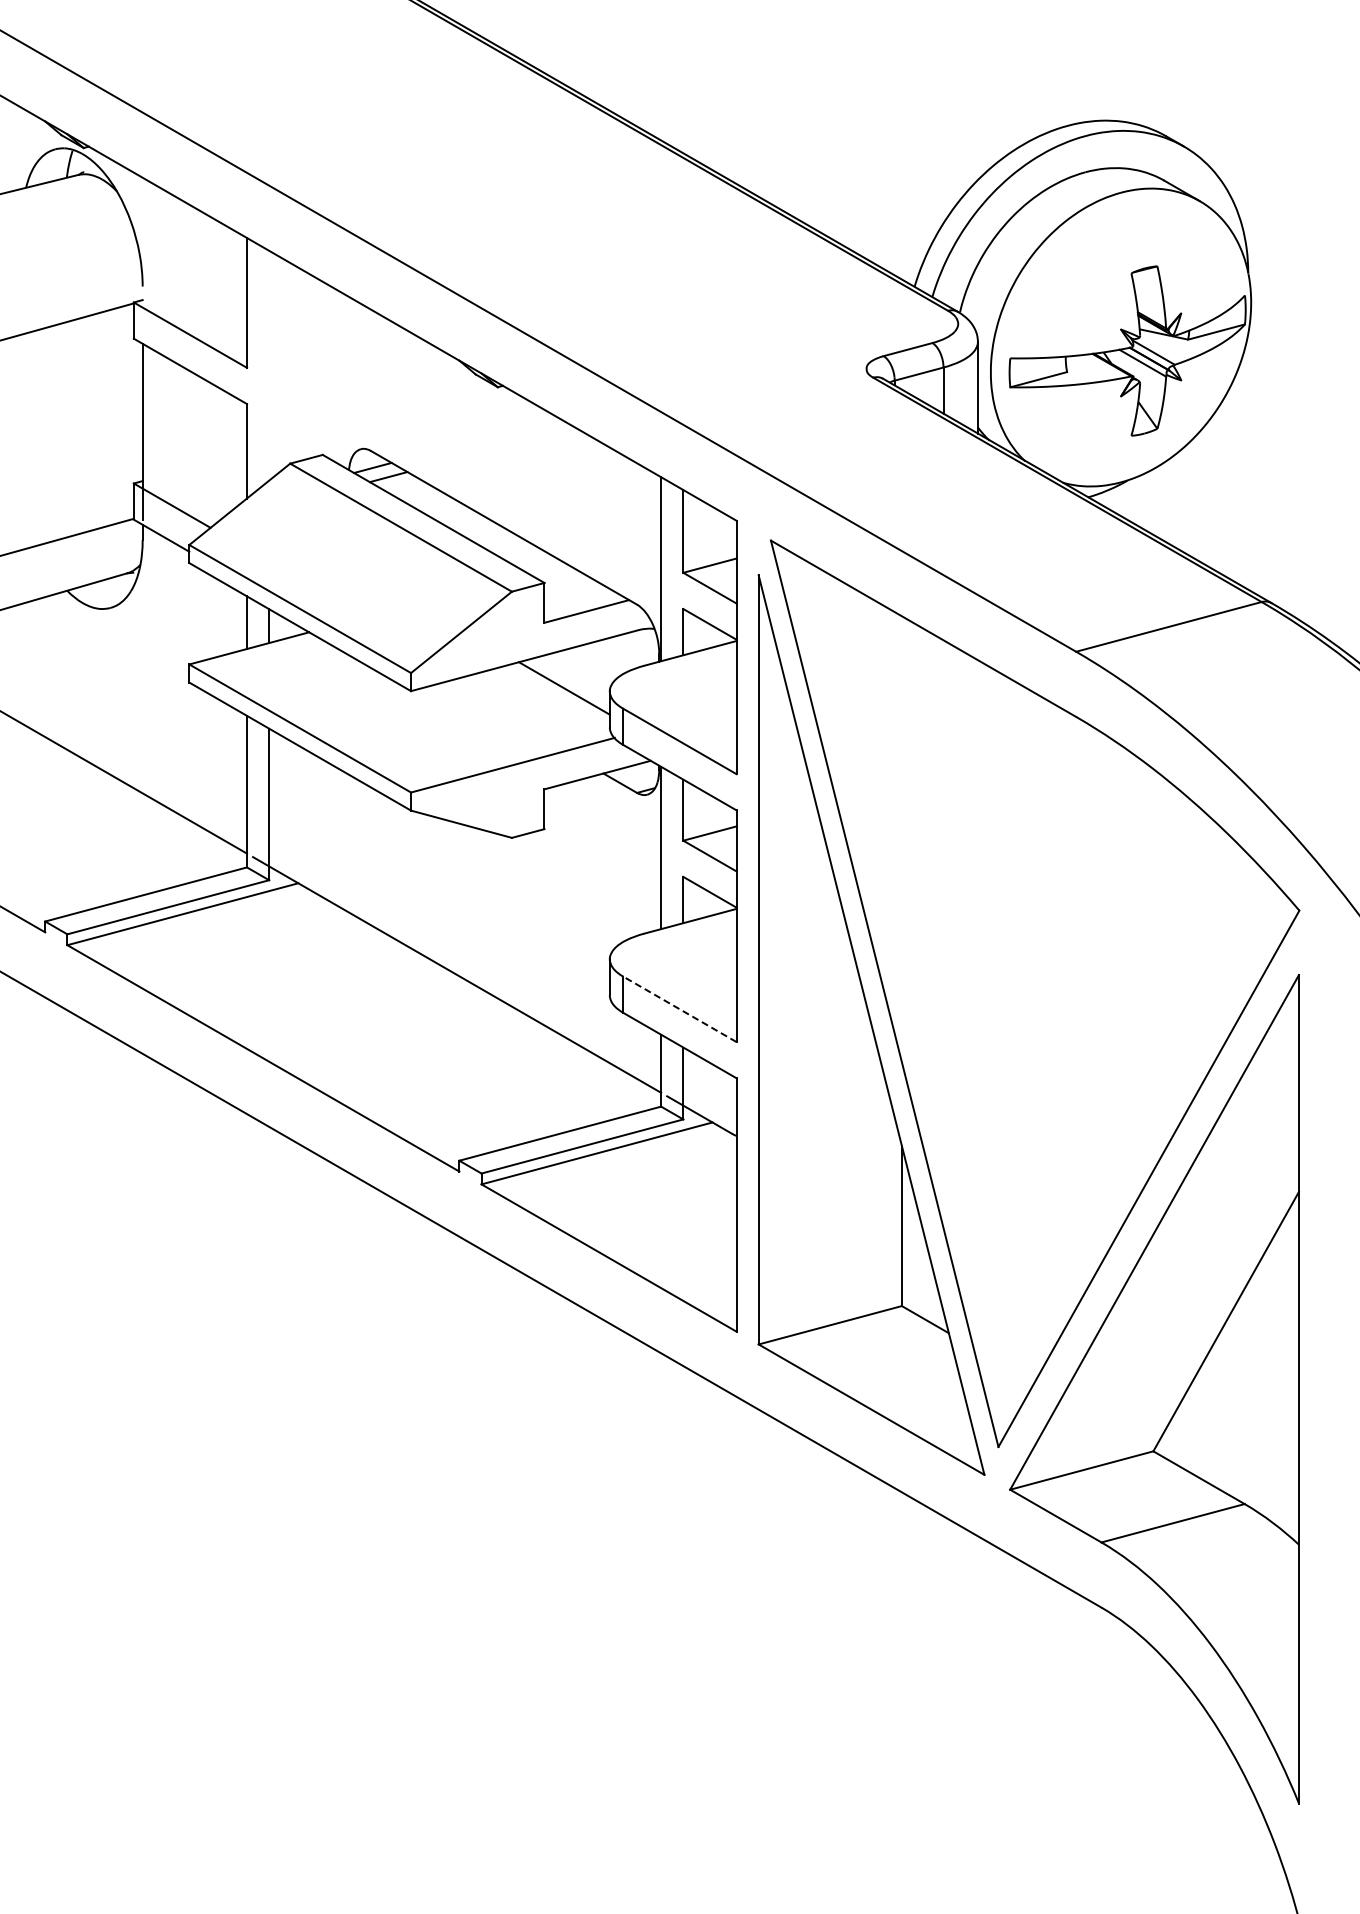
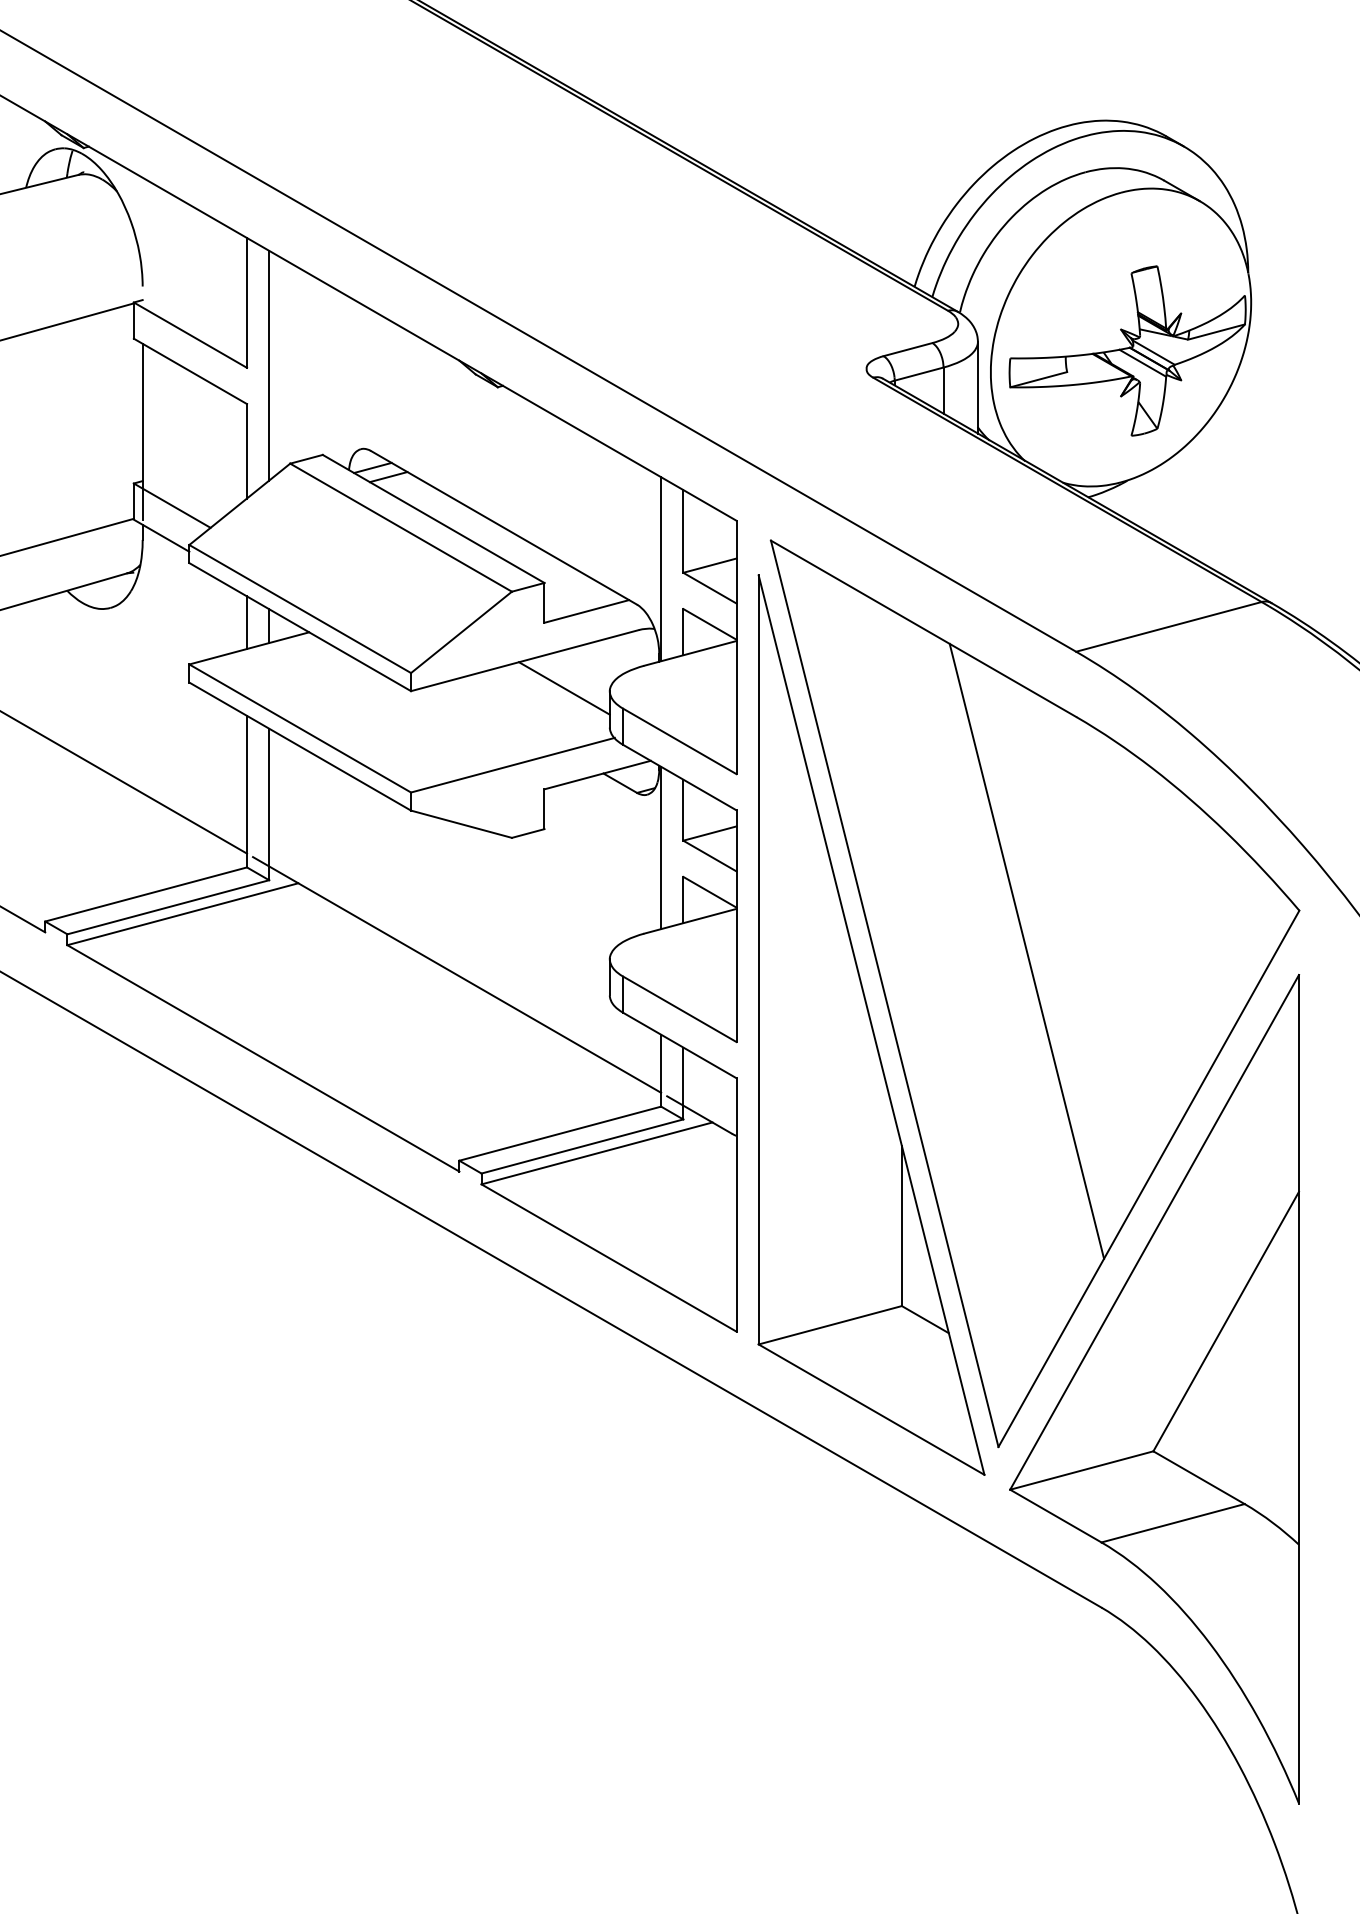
line at (269, 365): none -> present
line at (1026, 950): none -> present
line at (679, 1009): dashed -> solid
